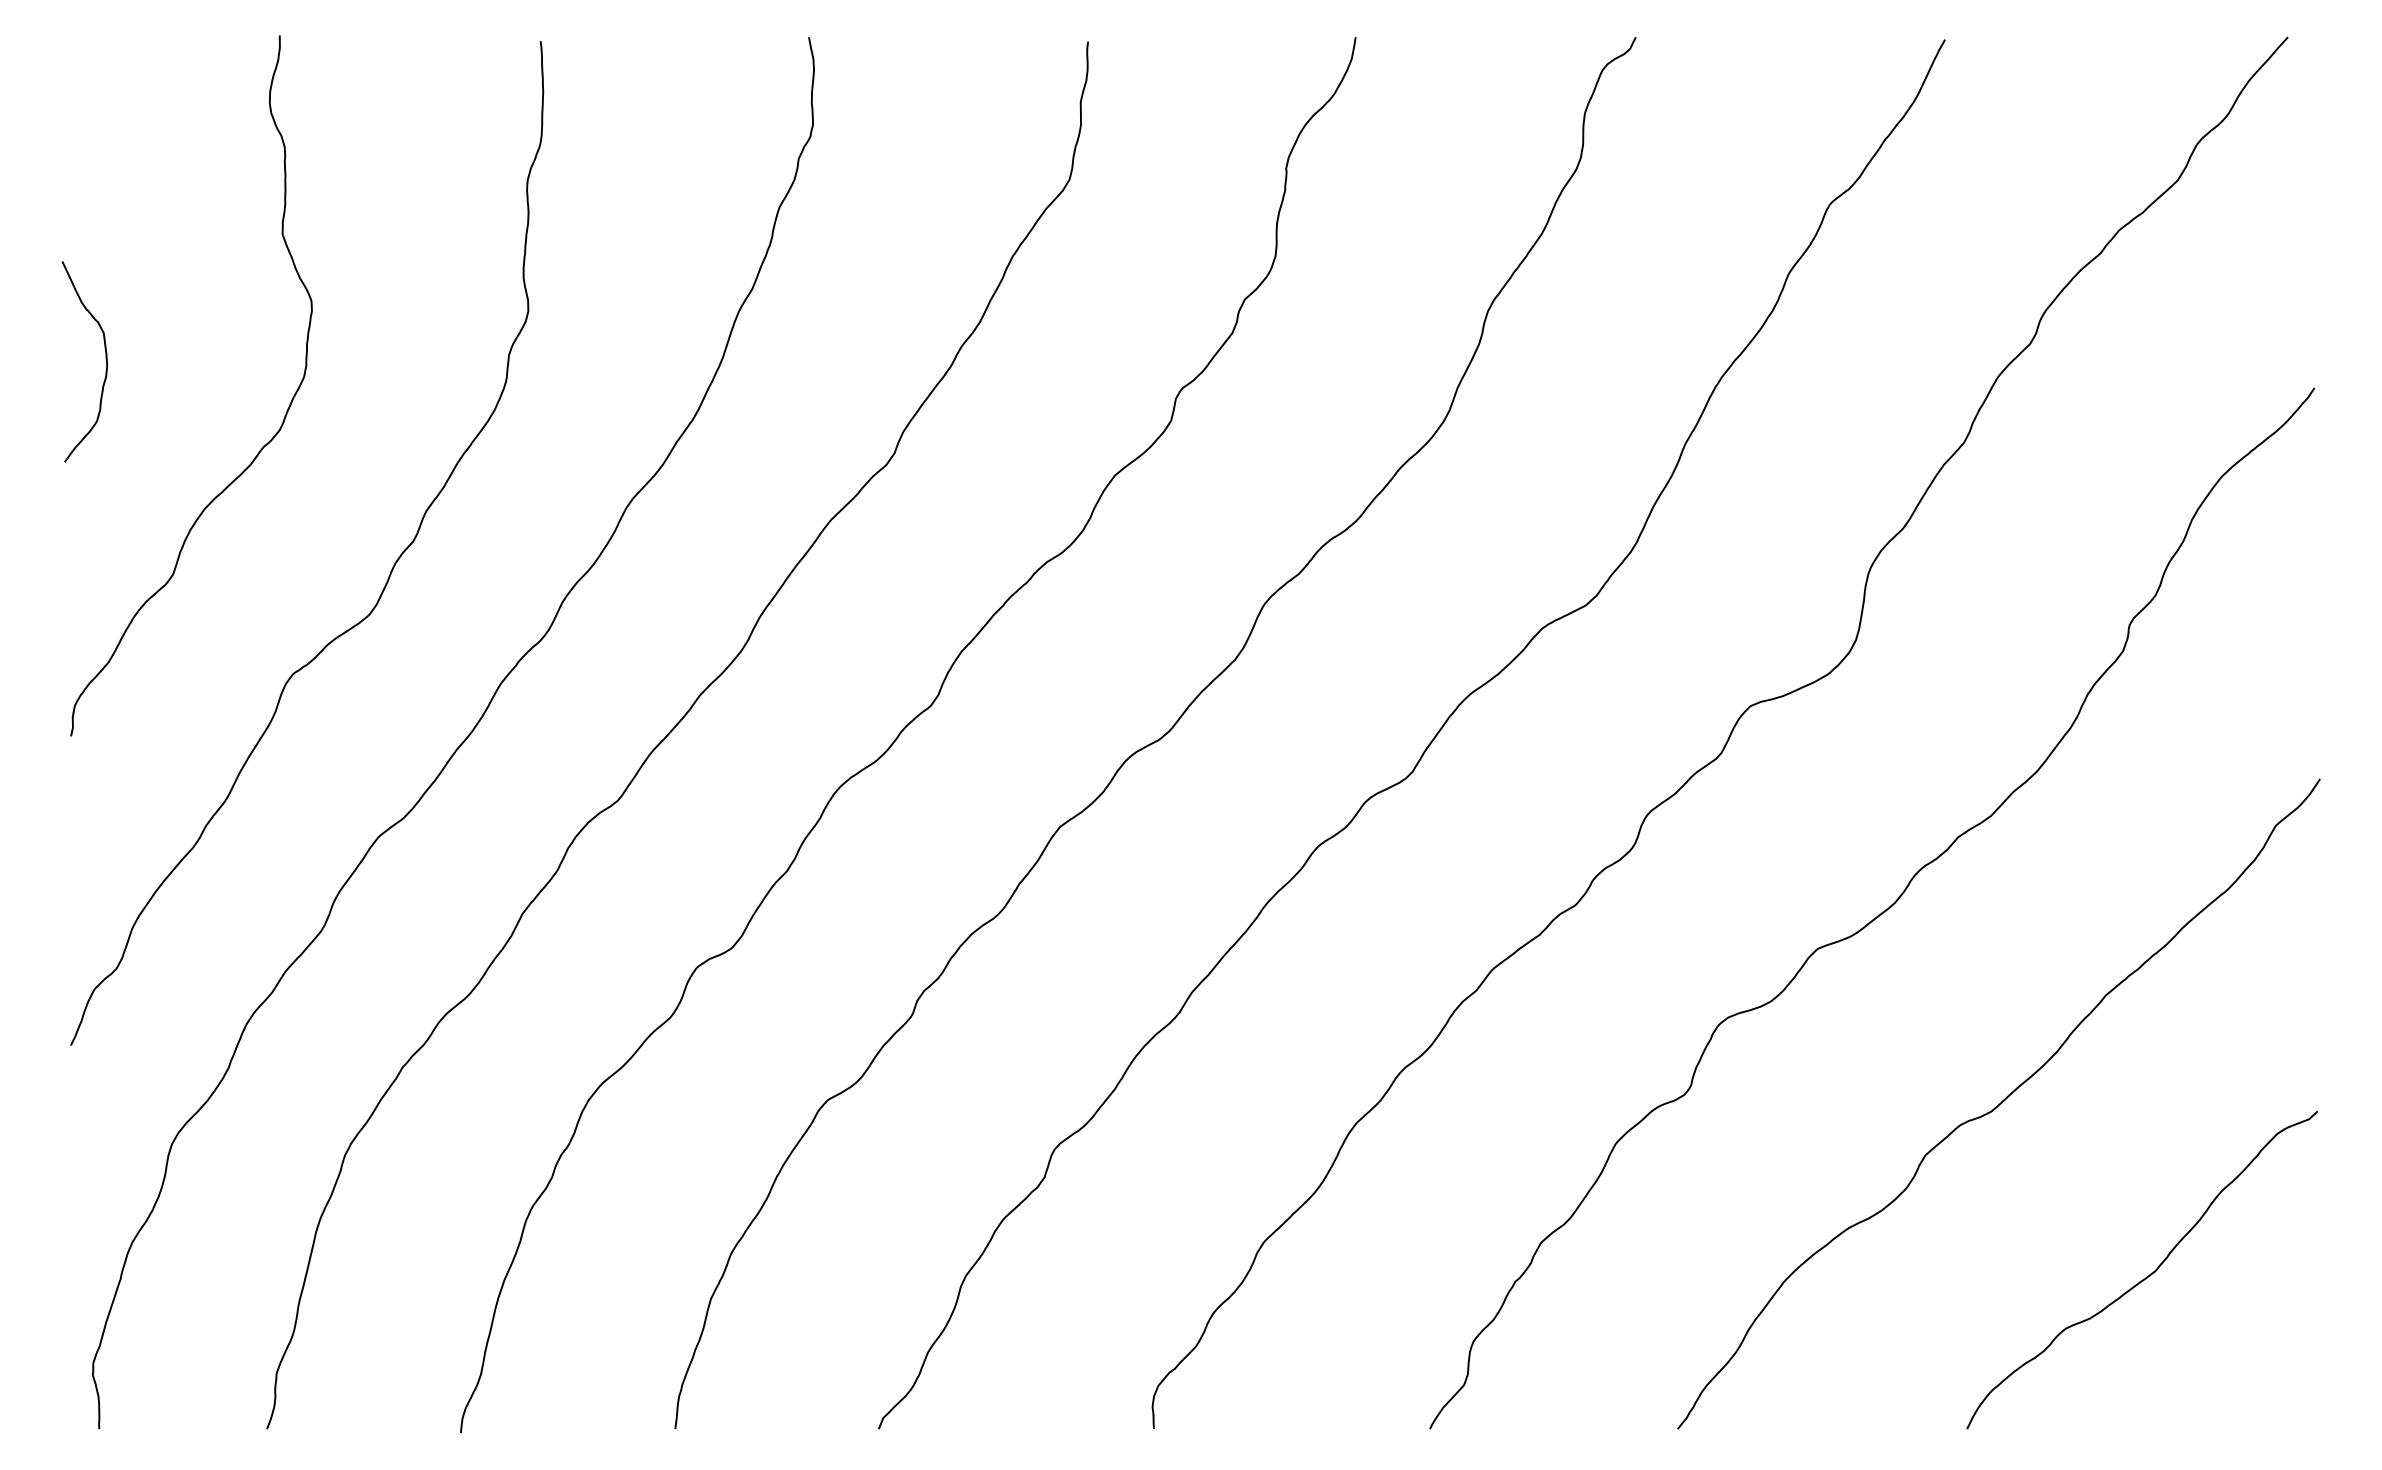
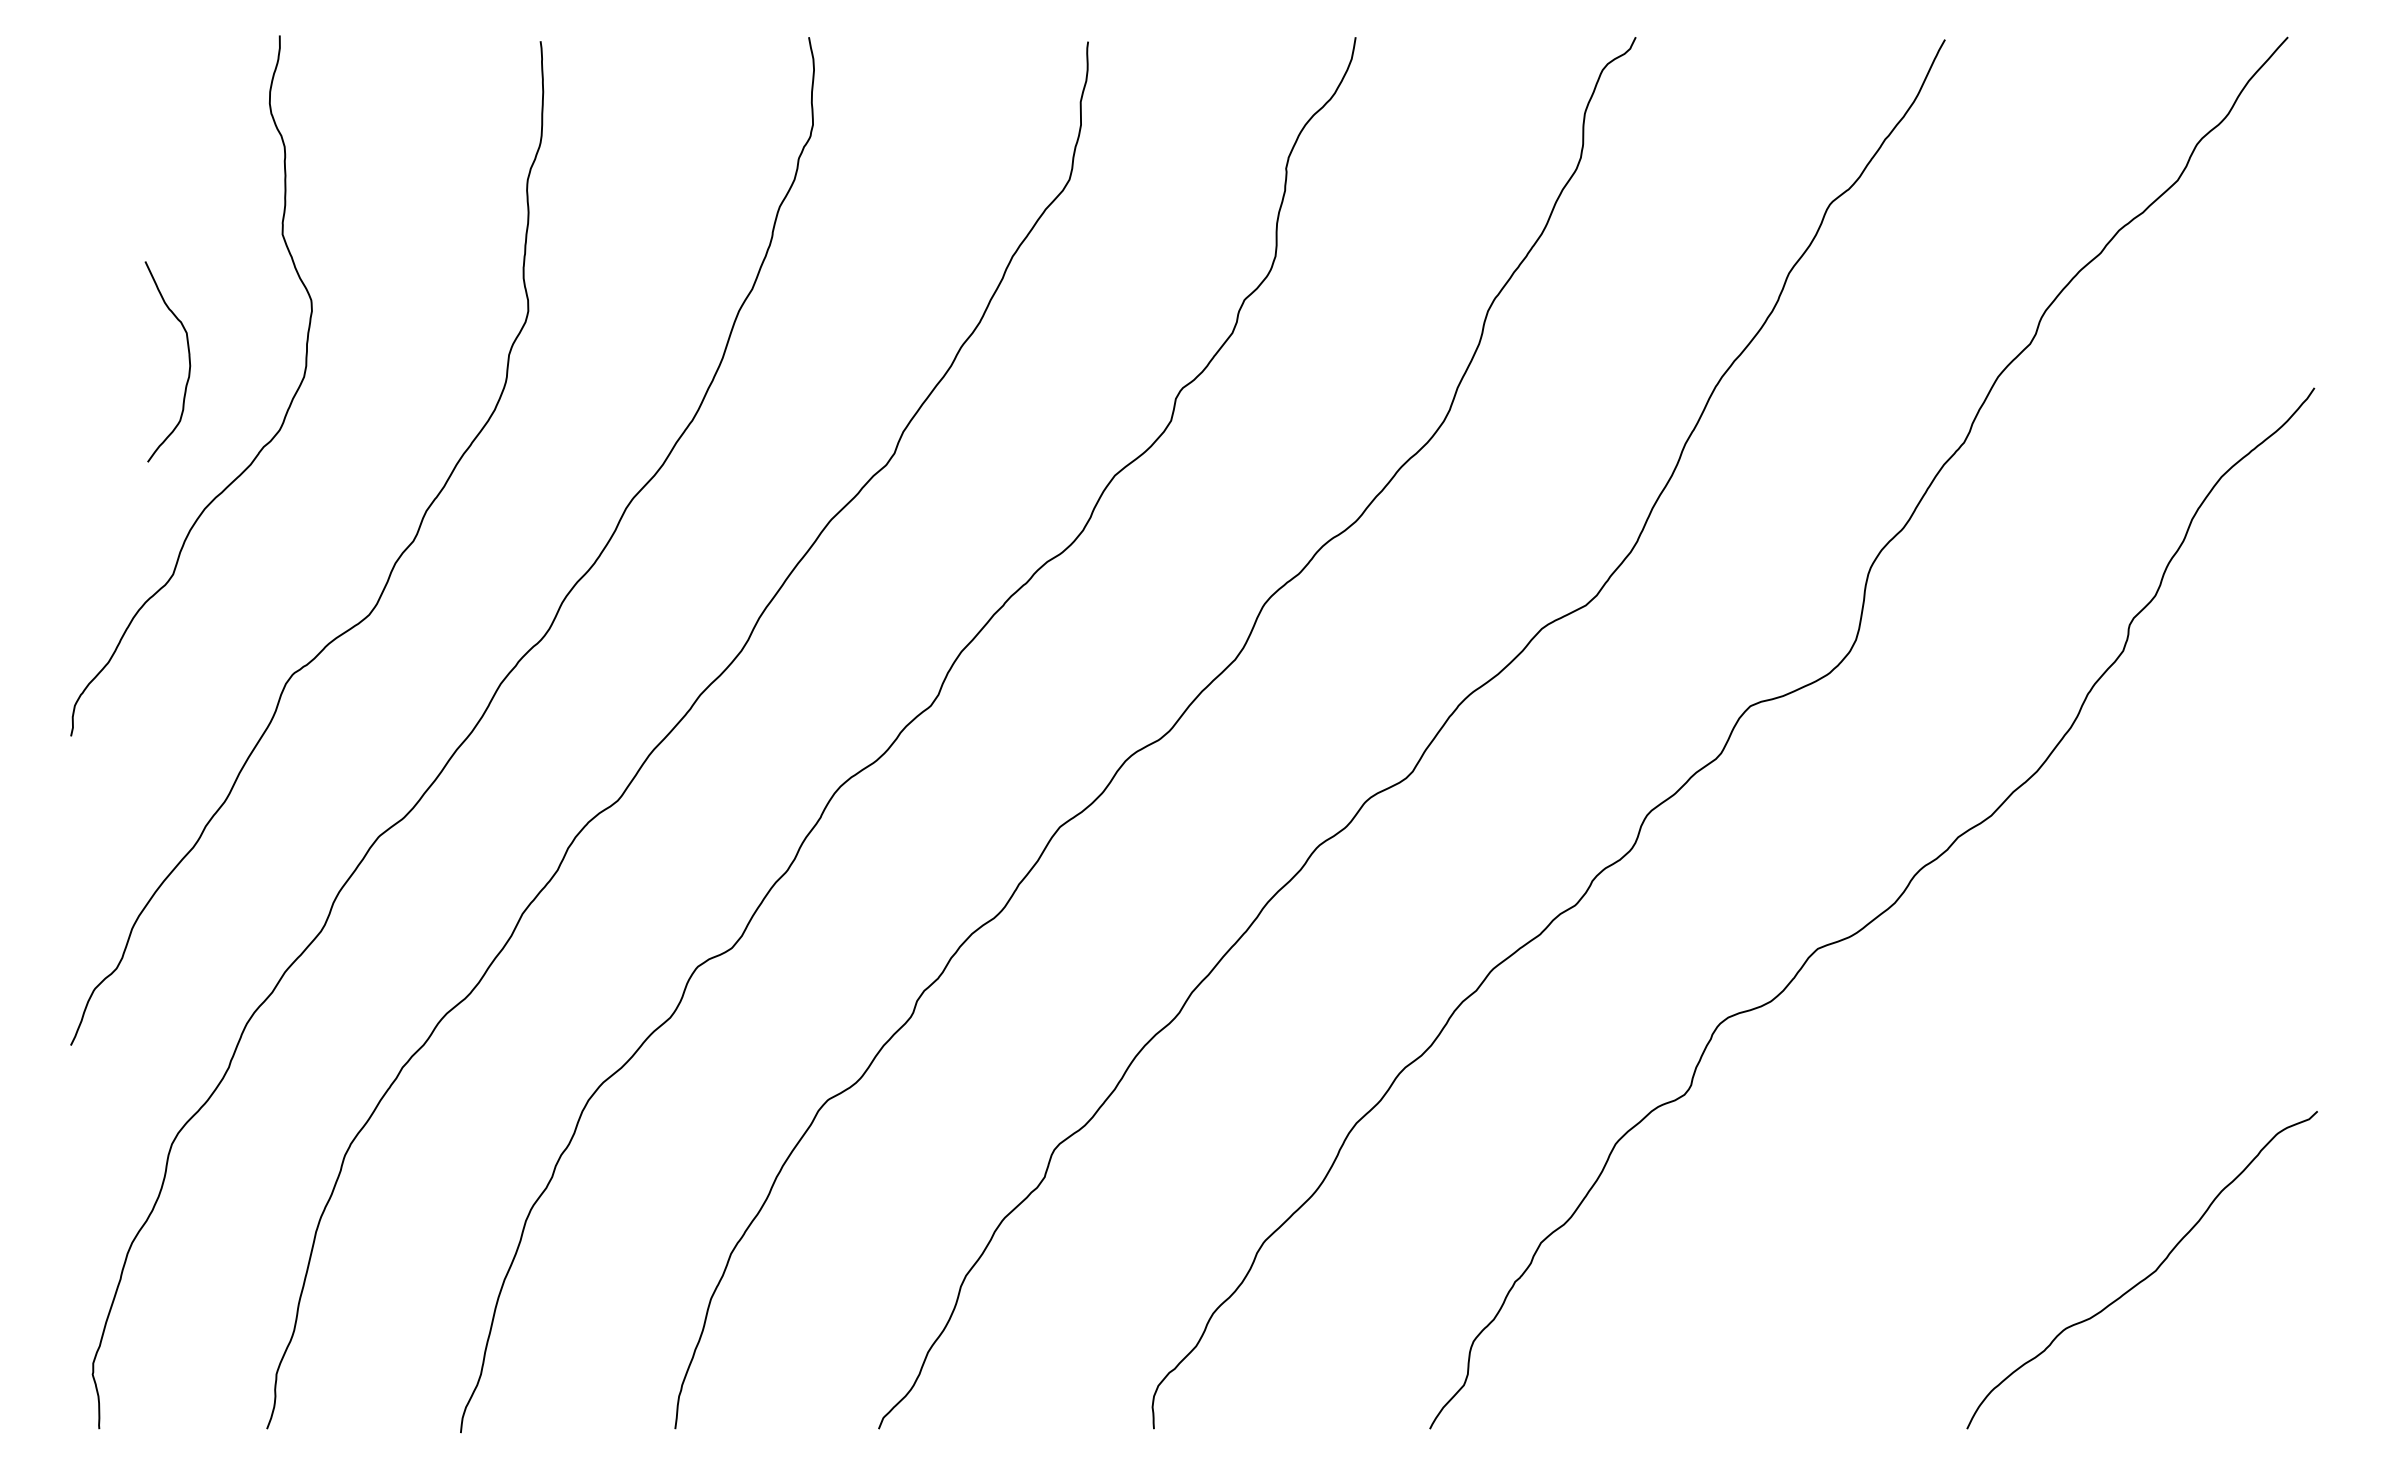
curve at (105, 360) position: (105, 360) -> (188, 360)
curve at (1999, 1103): present -> none
